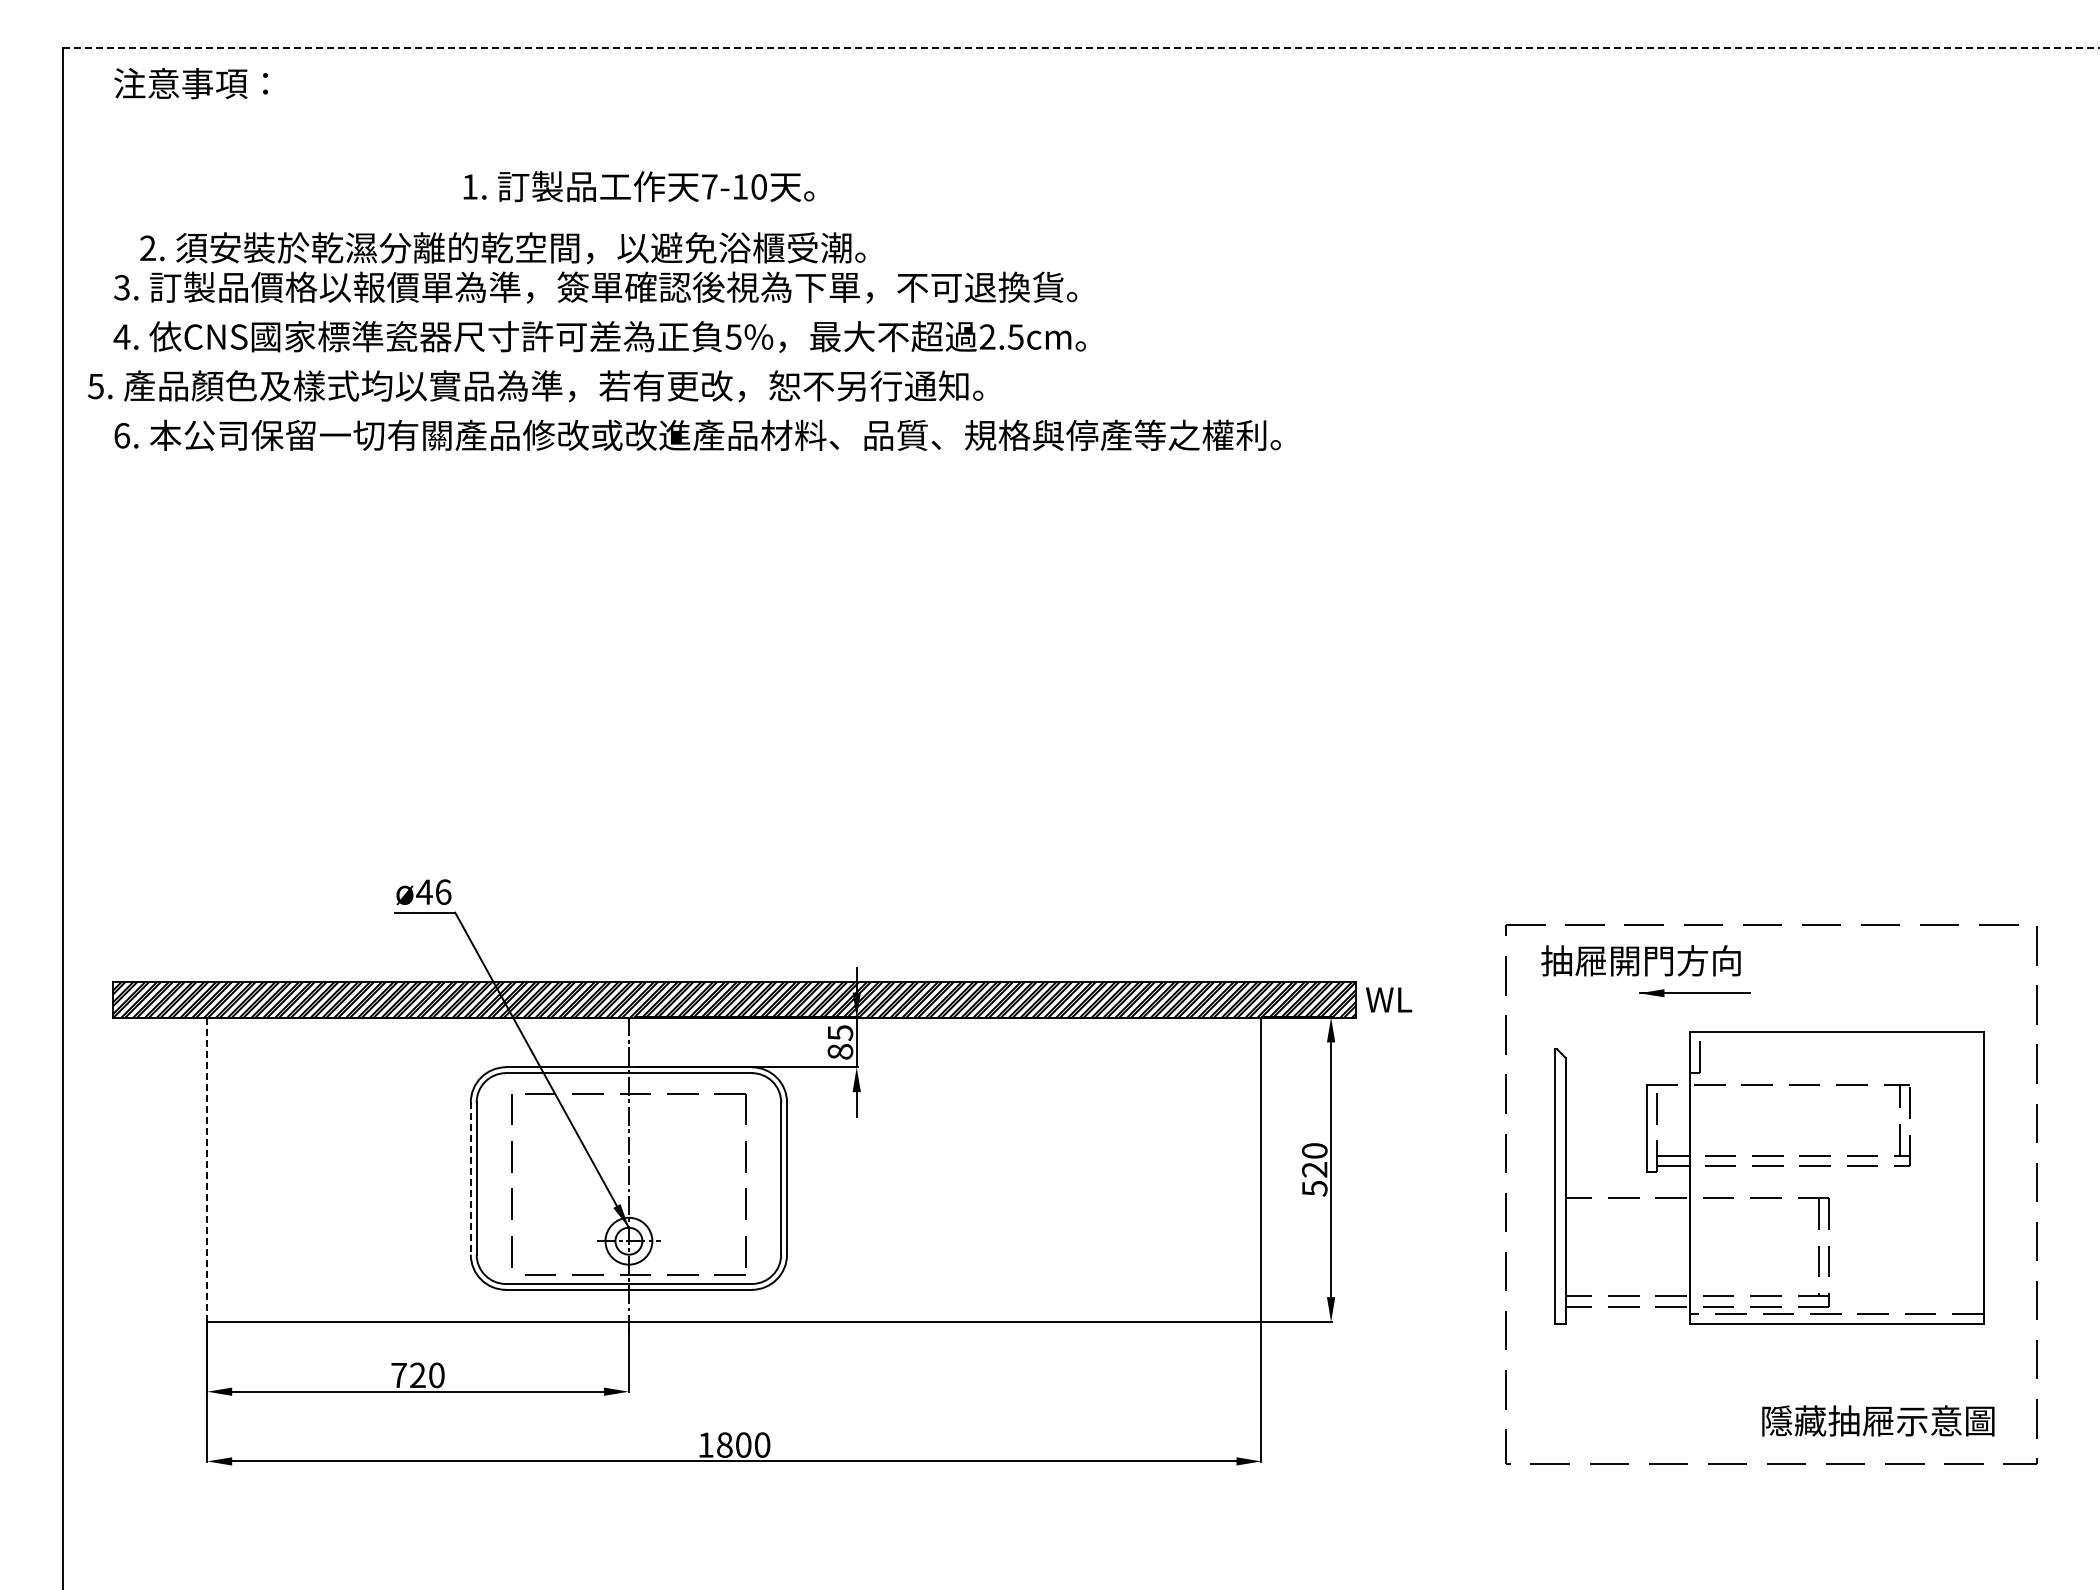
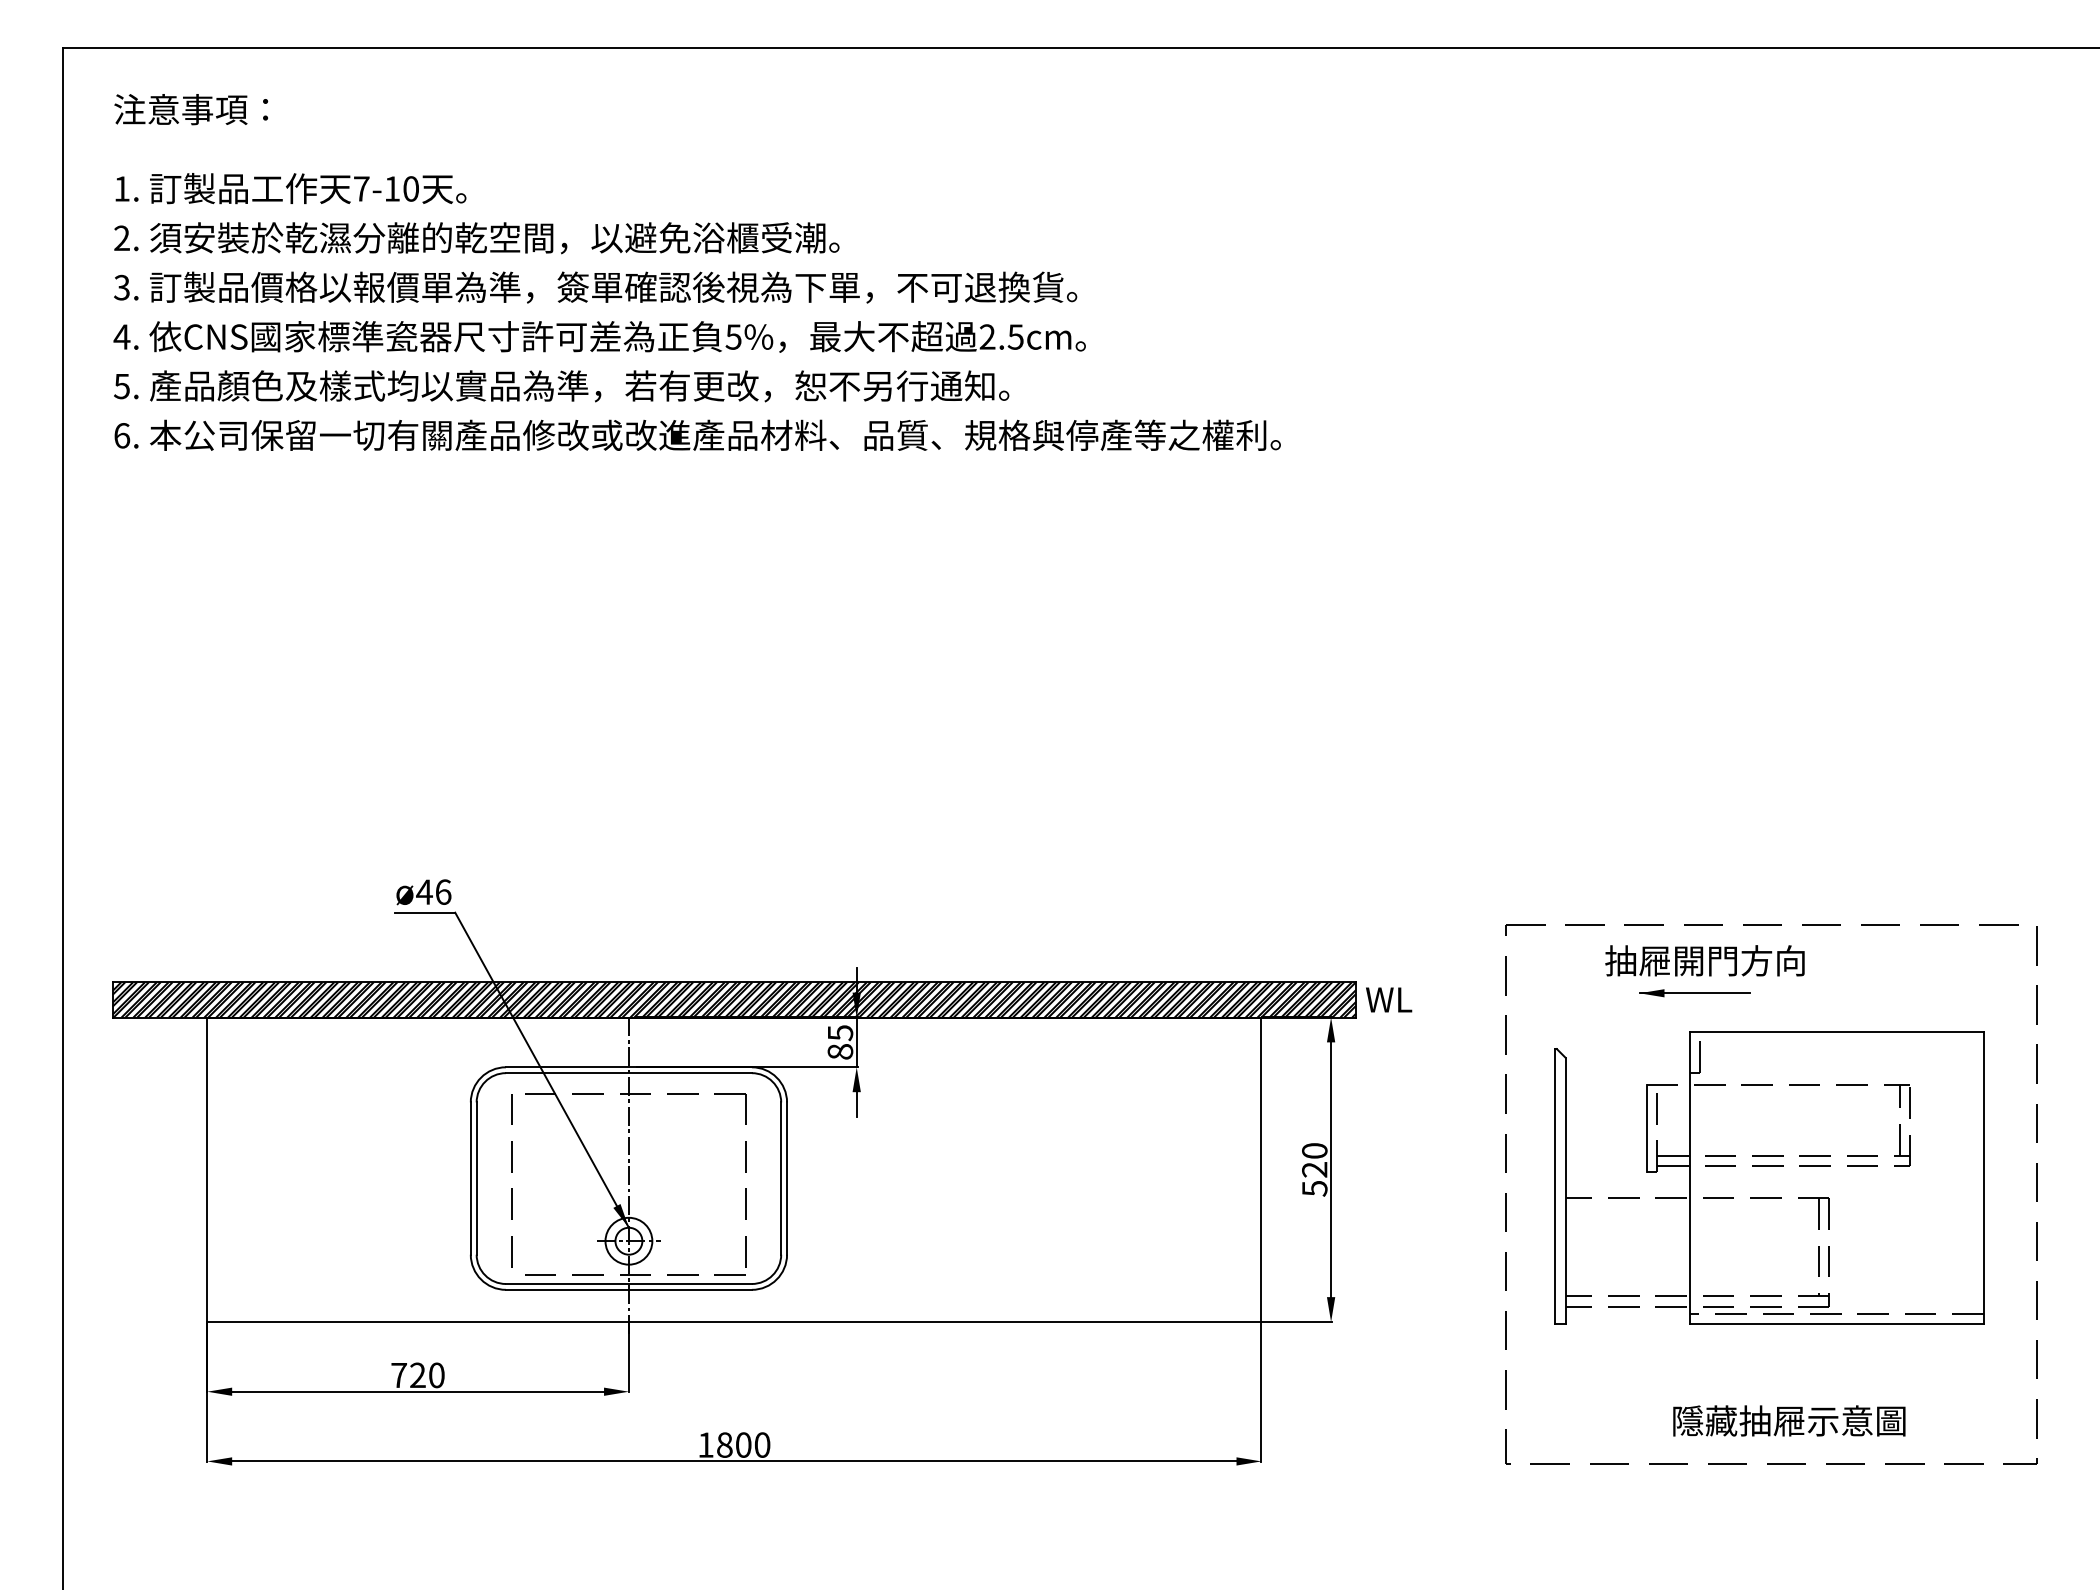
line at (1081, 47): dashed -> solid
text at (191, 83) position: (191, 83) -> (191, 109)
text at (638, 186) position: (638, 186) -> (290, 188)
text at (502, 248) position: (502, 248) -> (476, 238)
text at (535, 386) position: (535, 386) -> (561, 386)
text at (1640, 960) position: (1640, 960) -> (1704, 960)
line at (207, 1169): dashed -> solid
line at (470, 1179): dashed -> solid
text at (1878, 1420) position: (1878, 1420) -> (1789, 1420)
